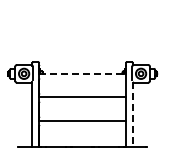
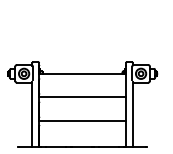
line at (83, 73): dashed -> solid
line at (132, 114): dashed -> solid
